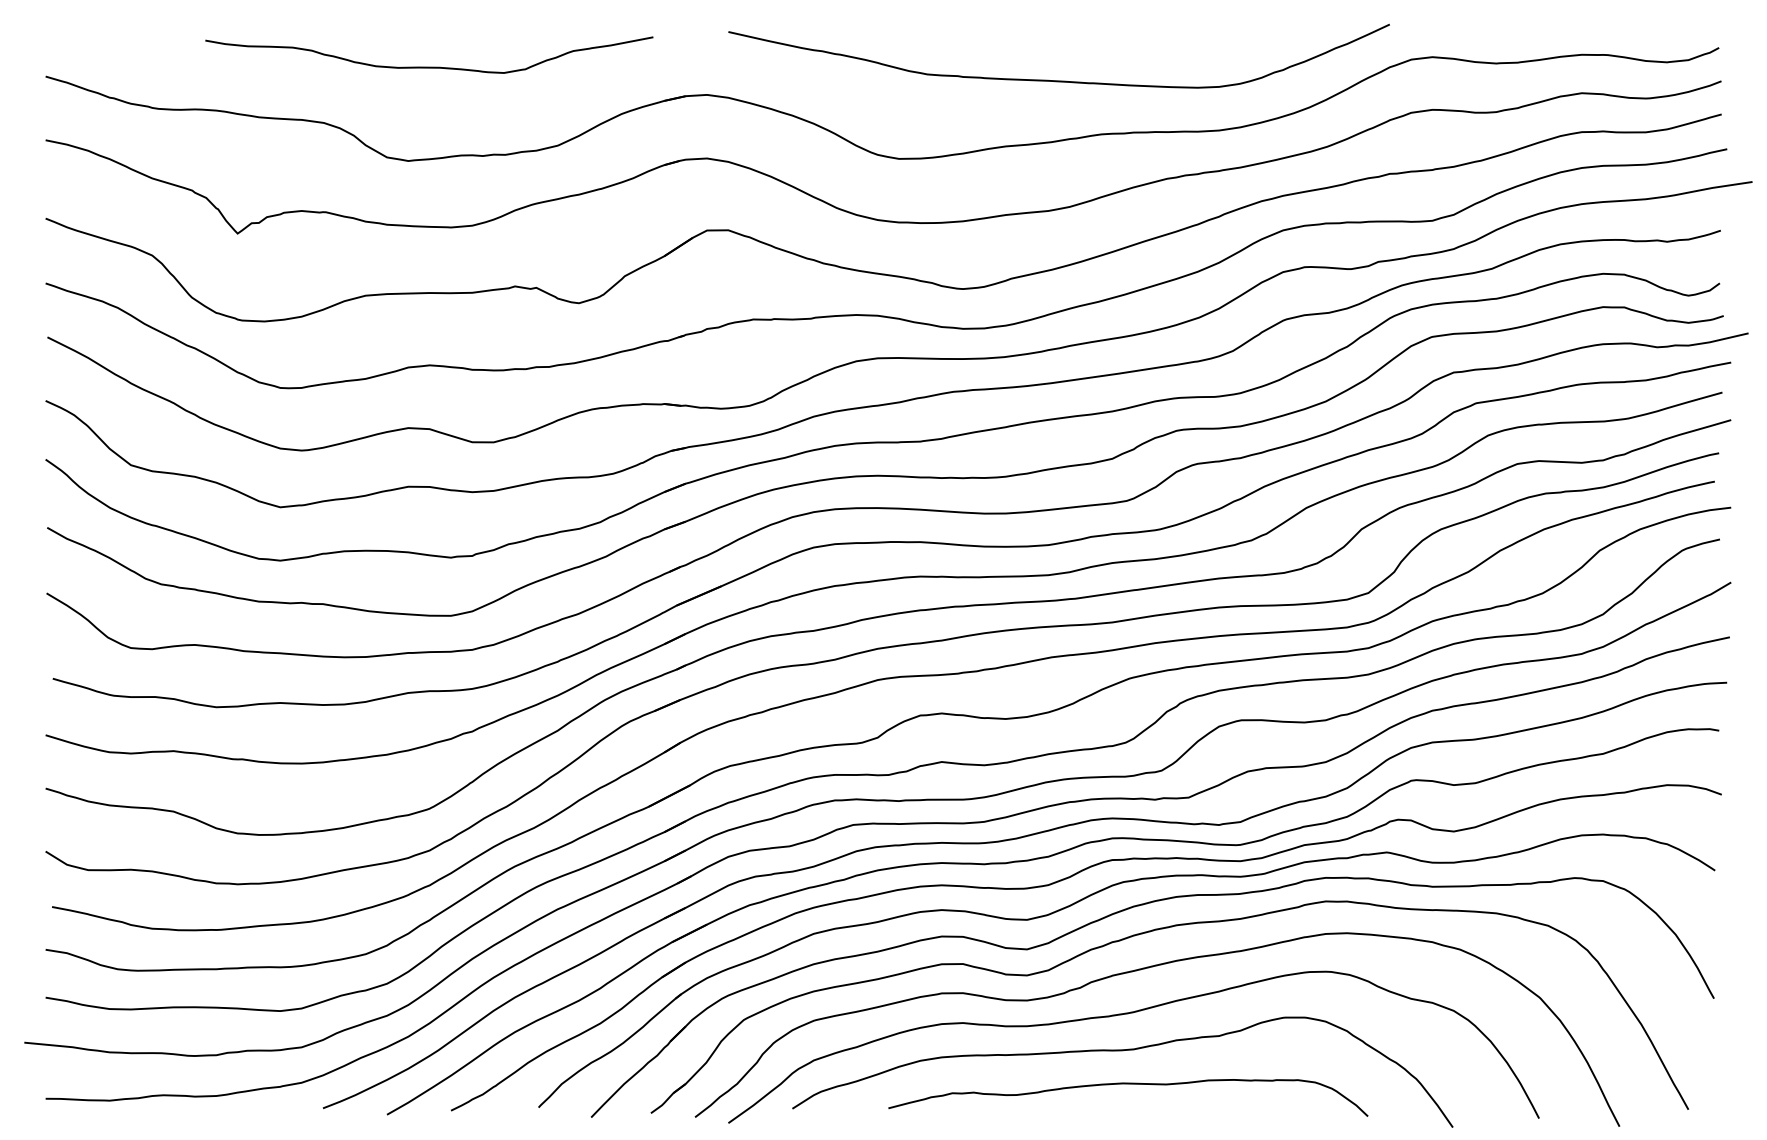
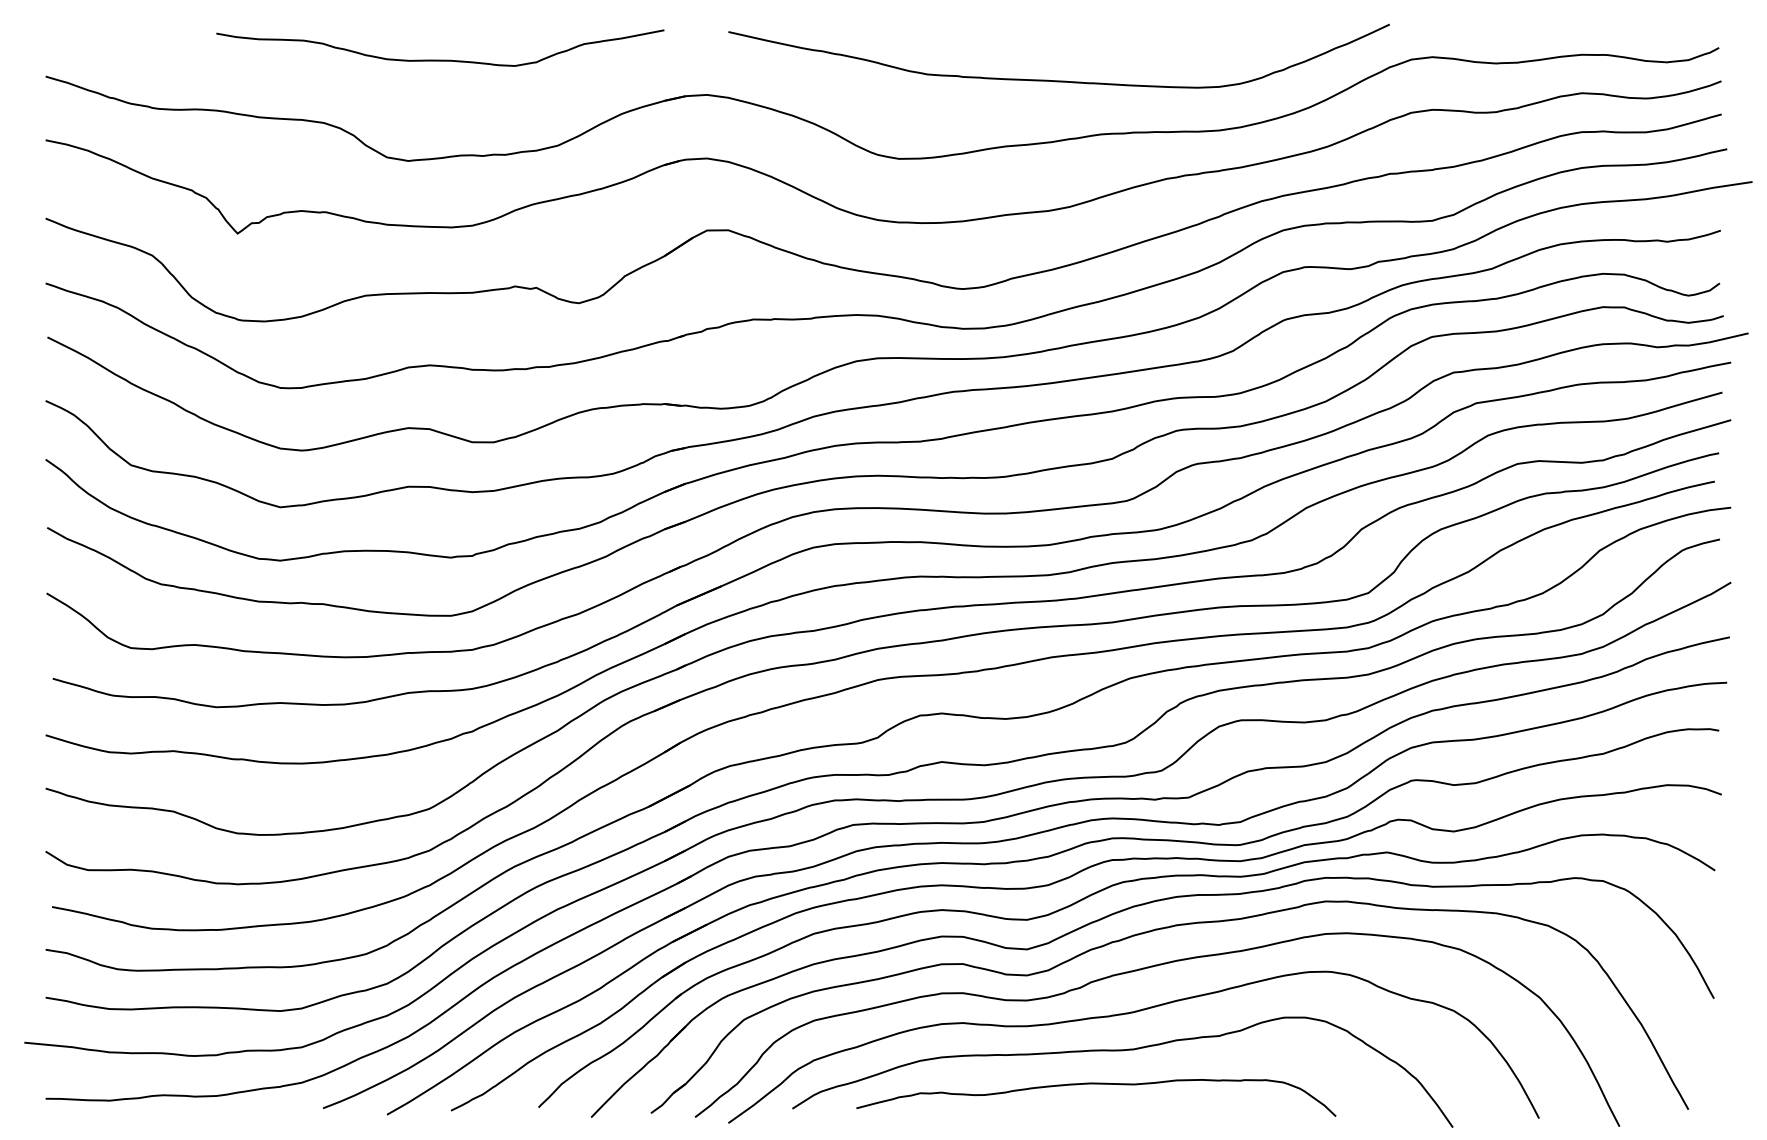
curve at (429, 66) position: (429, 66) -> (440, 59)
curve at (1128, 1084) position: (1128, 1084) -> (1096, 1084)
